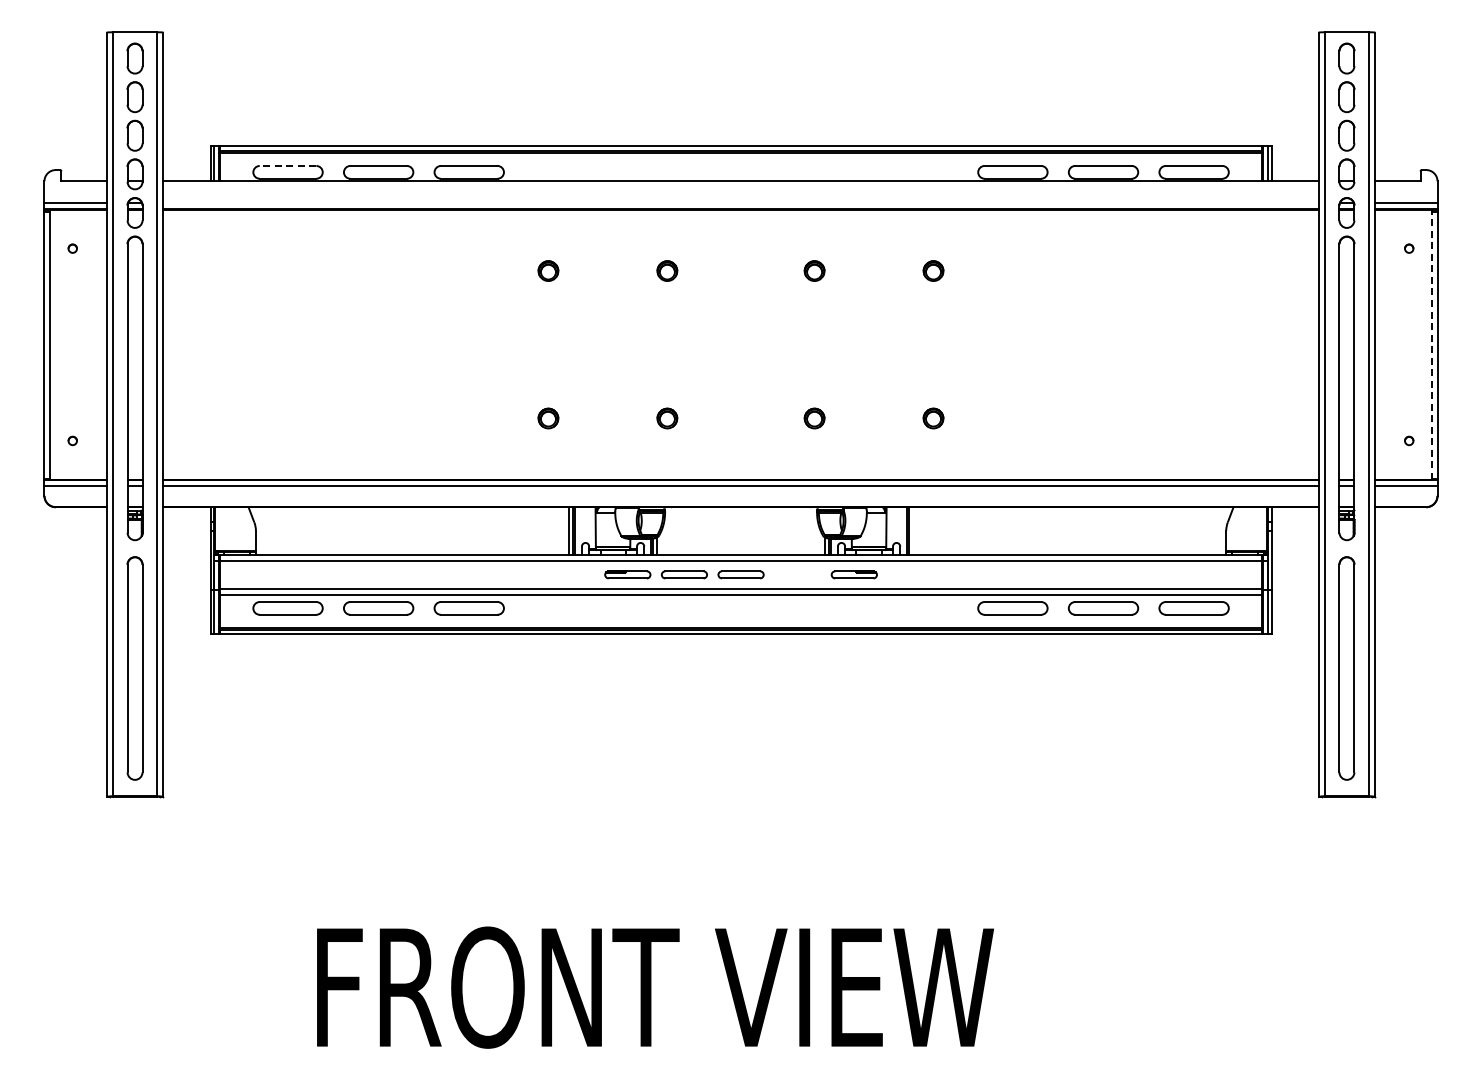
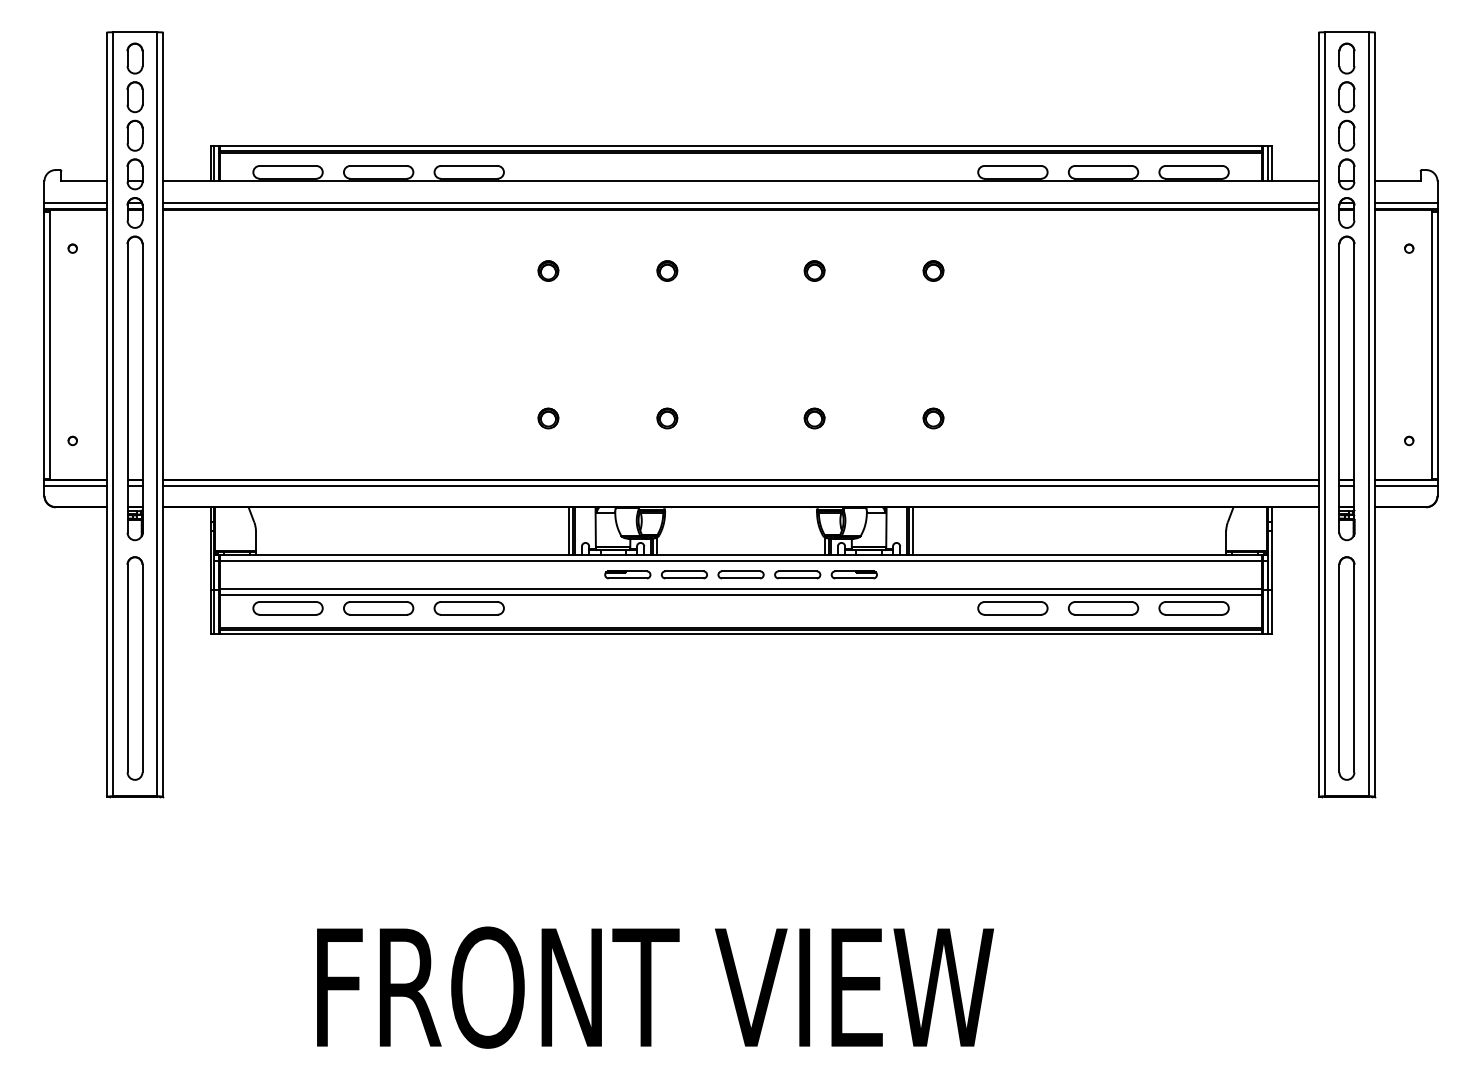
line at (287, 165): dashed -> solid
line at (740, 202): none -> present
line at (1431, 344): dashed -> solid
line at (913, 531): none -> present
part at (797, 574): none -> present
